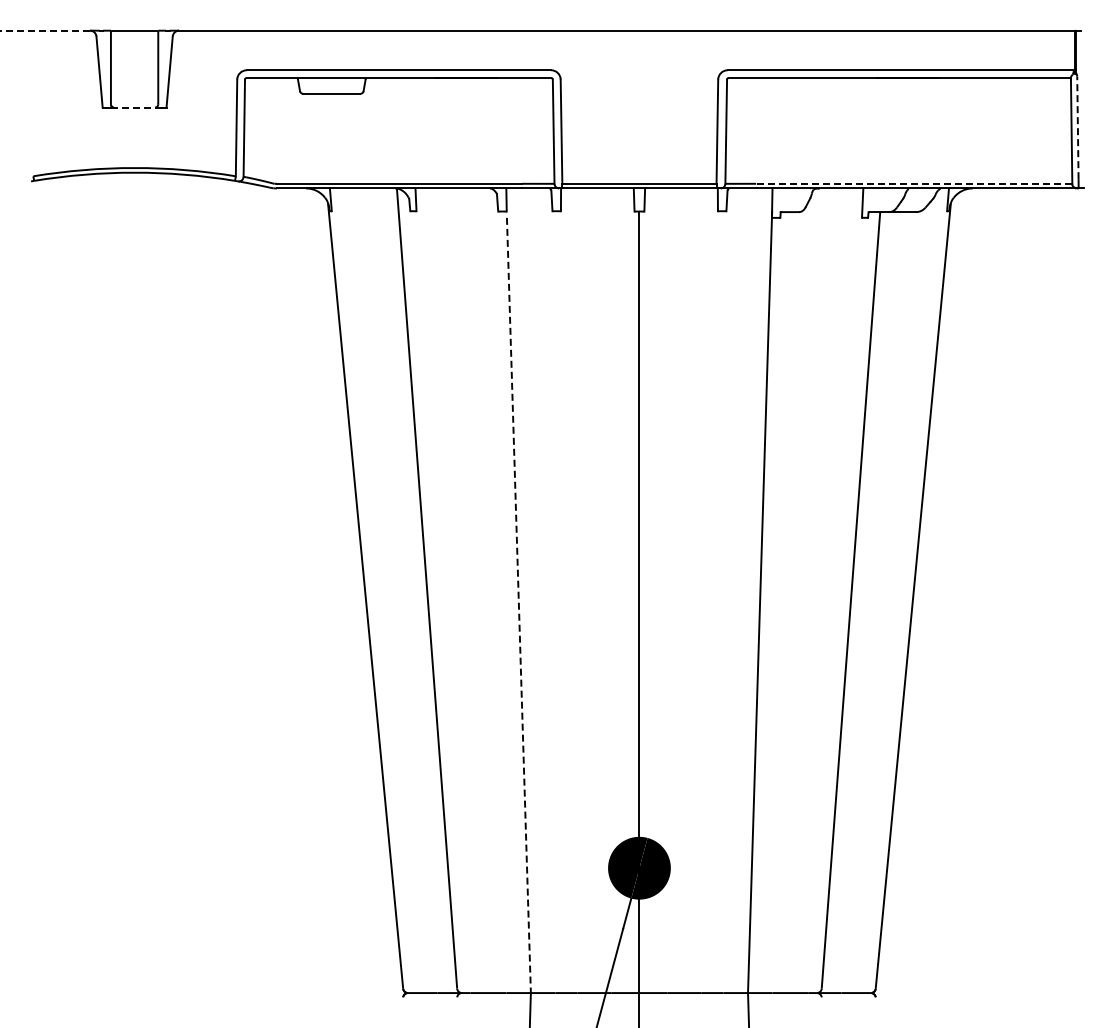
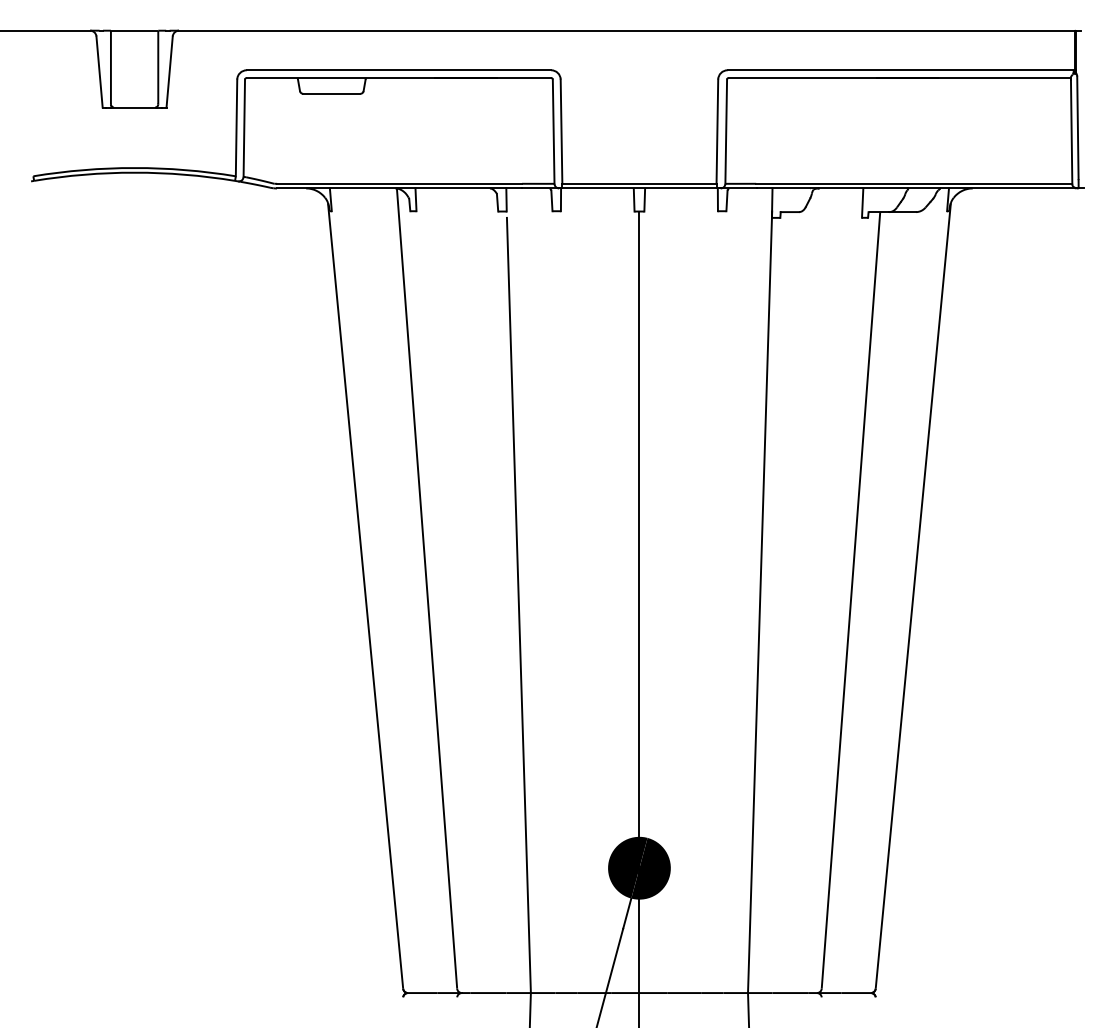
line at (45, 30): dashed -> solid
line at (134, 107): dashed -> solid
line at (1077, 127): dashed -> solid
line at (913, 183): dashed -> solid
line at (518, 605): dashed -> solid
